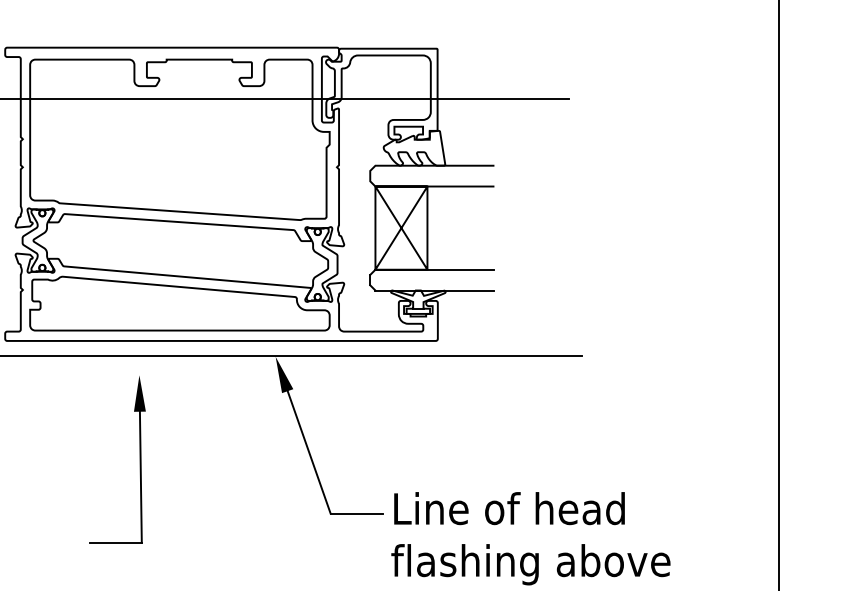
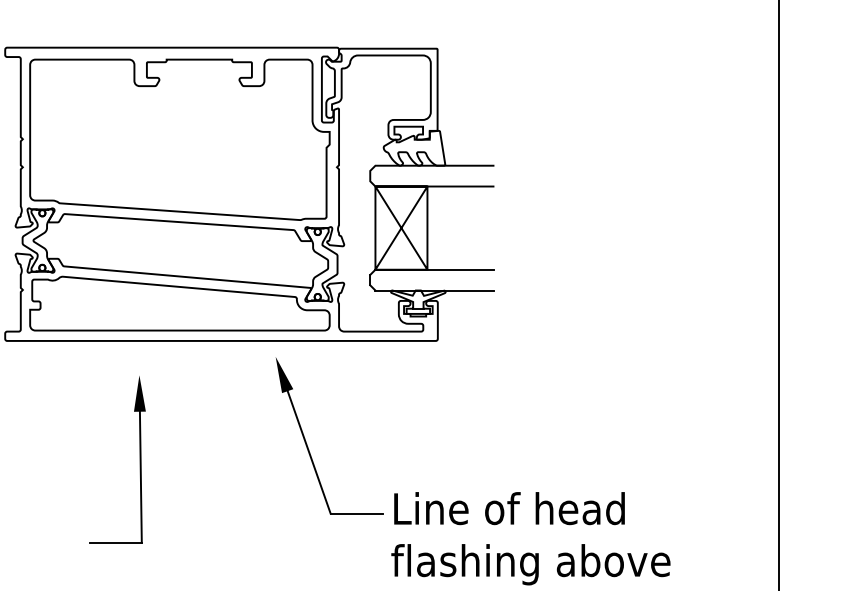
line at (285, 99): present -> none
line at (292, 356): present -> none
